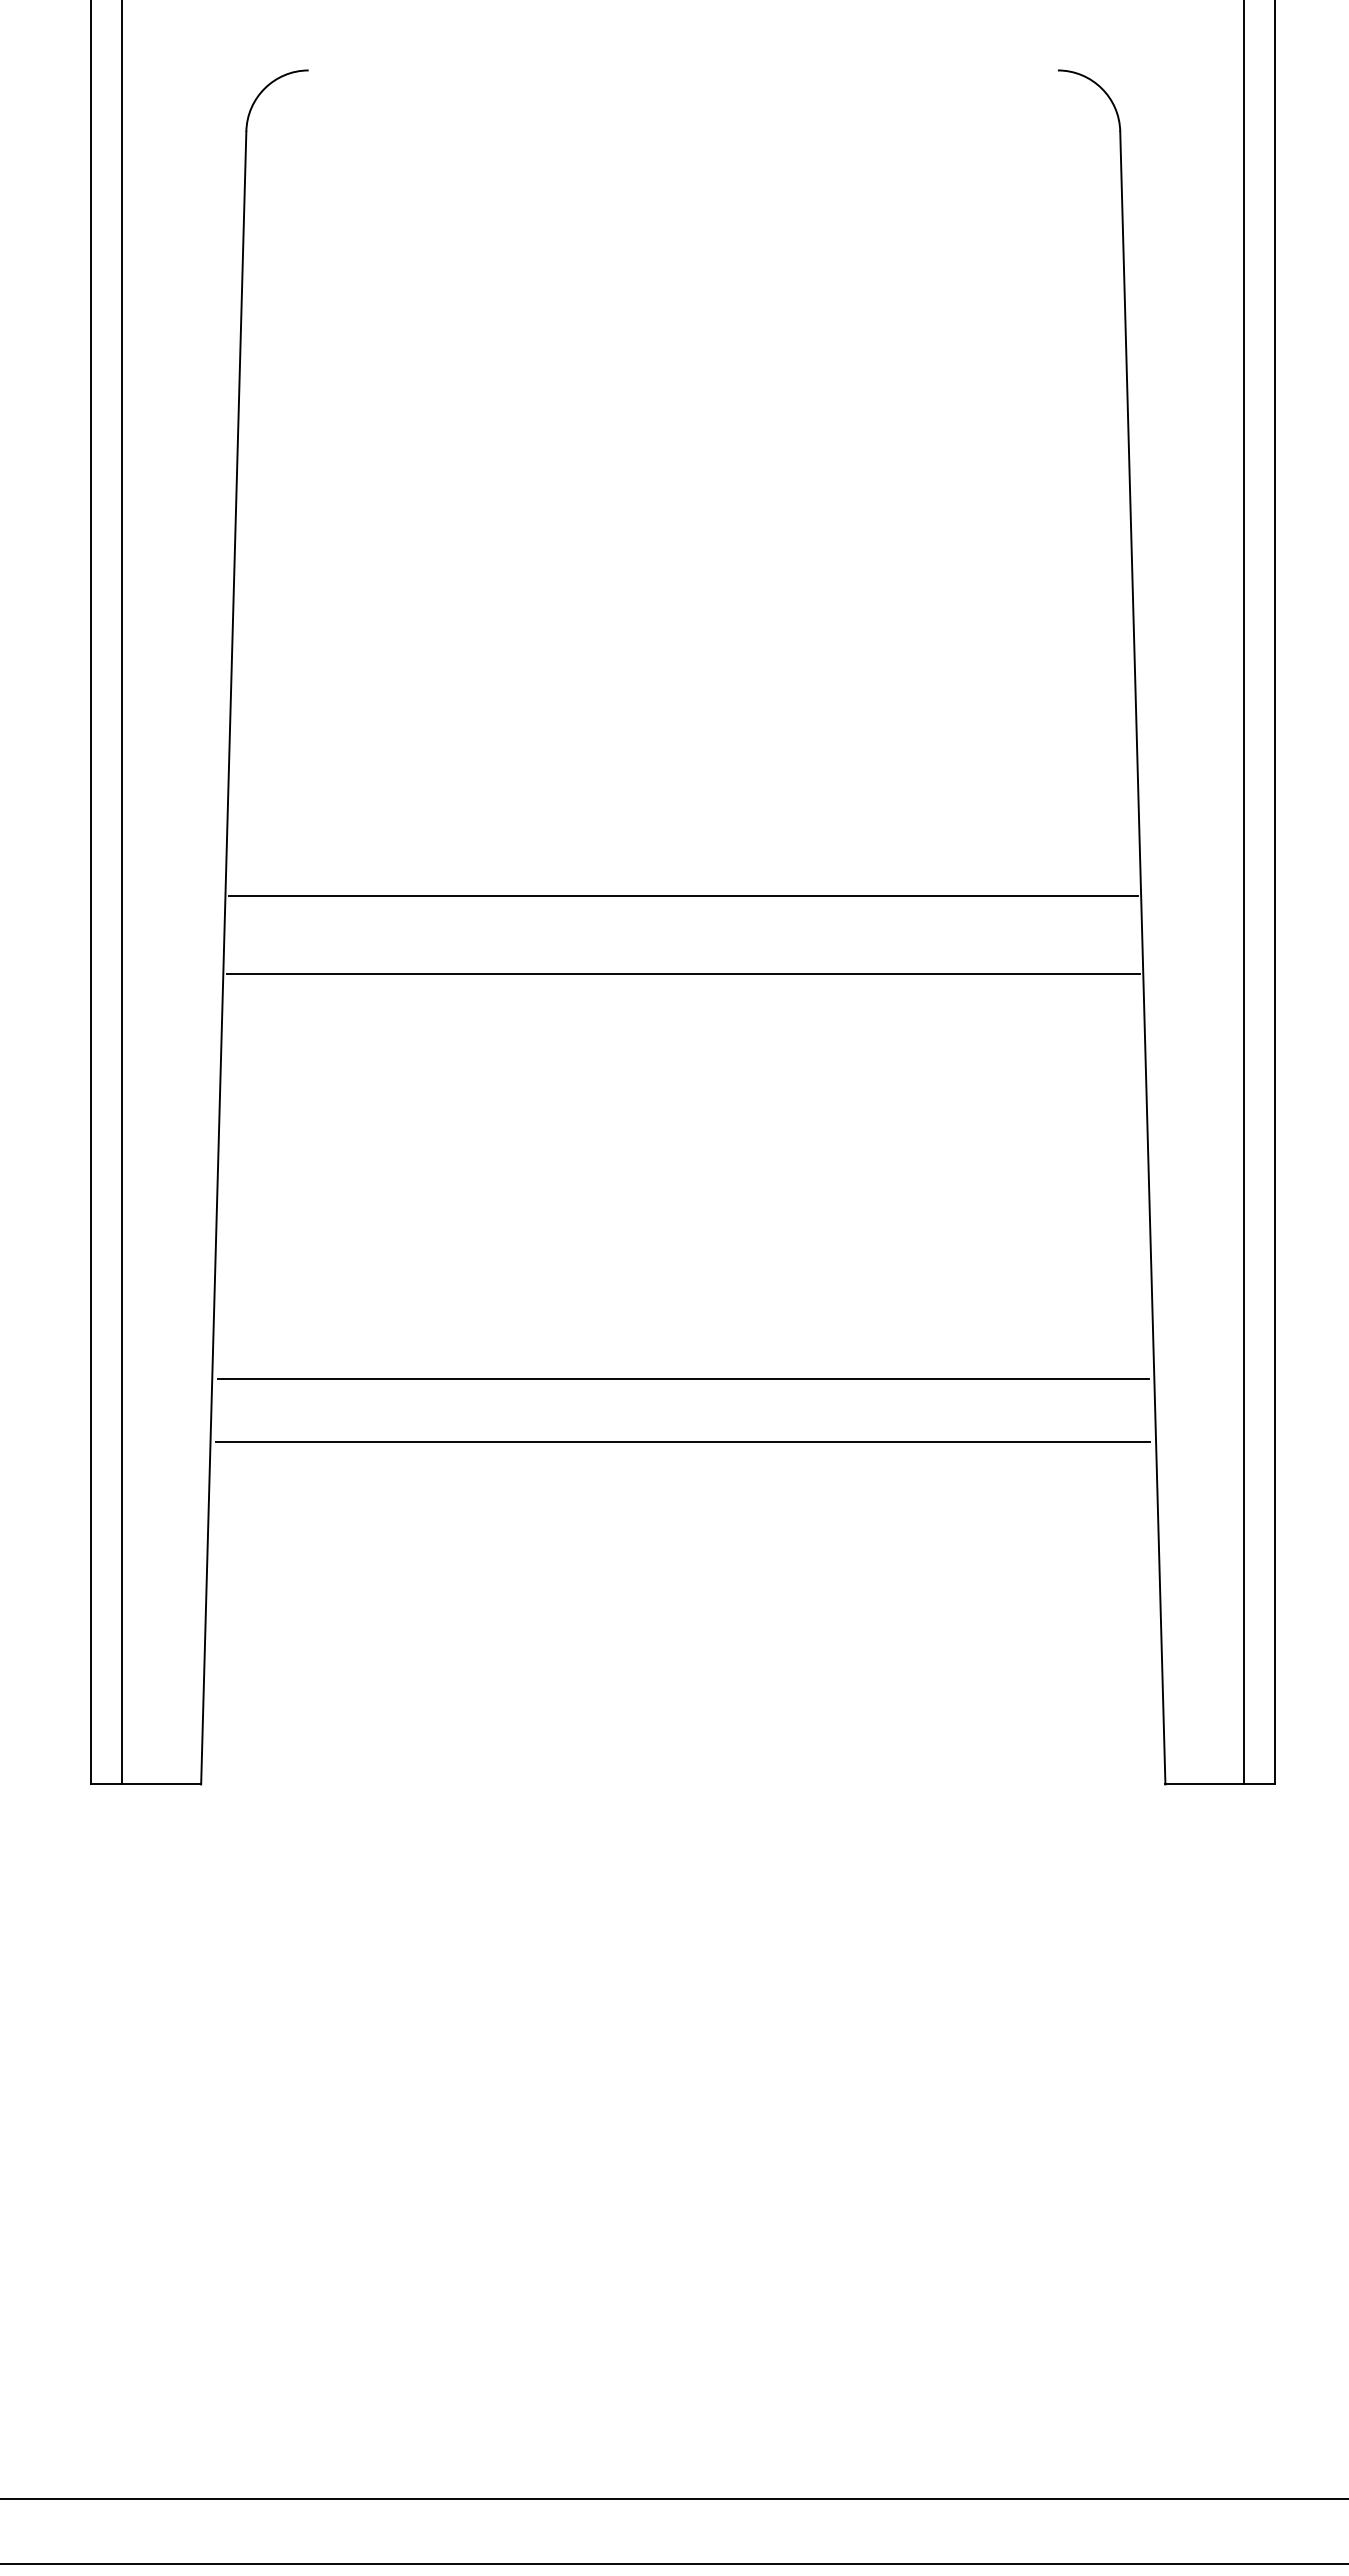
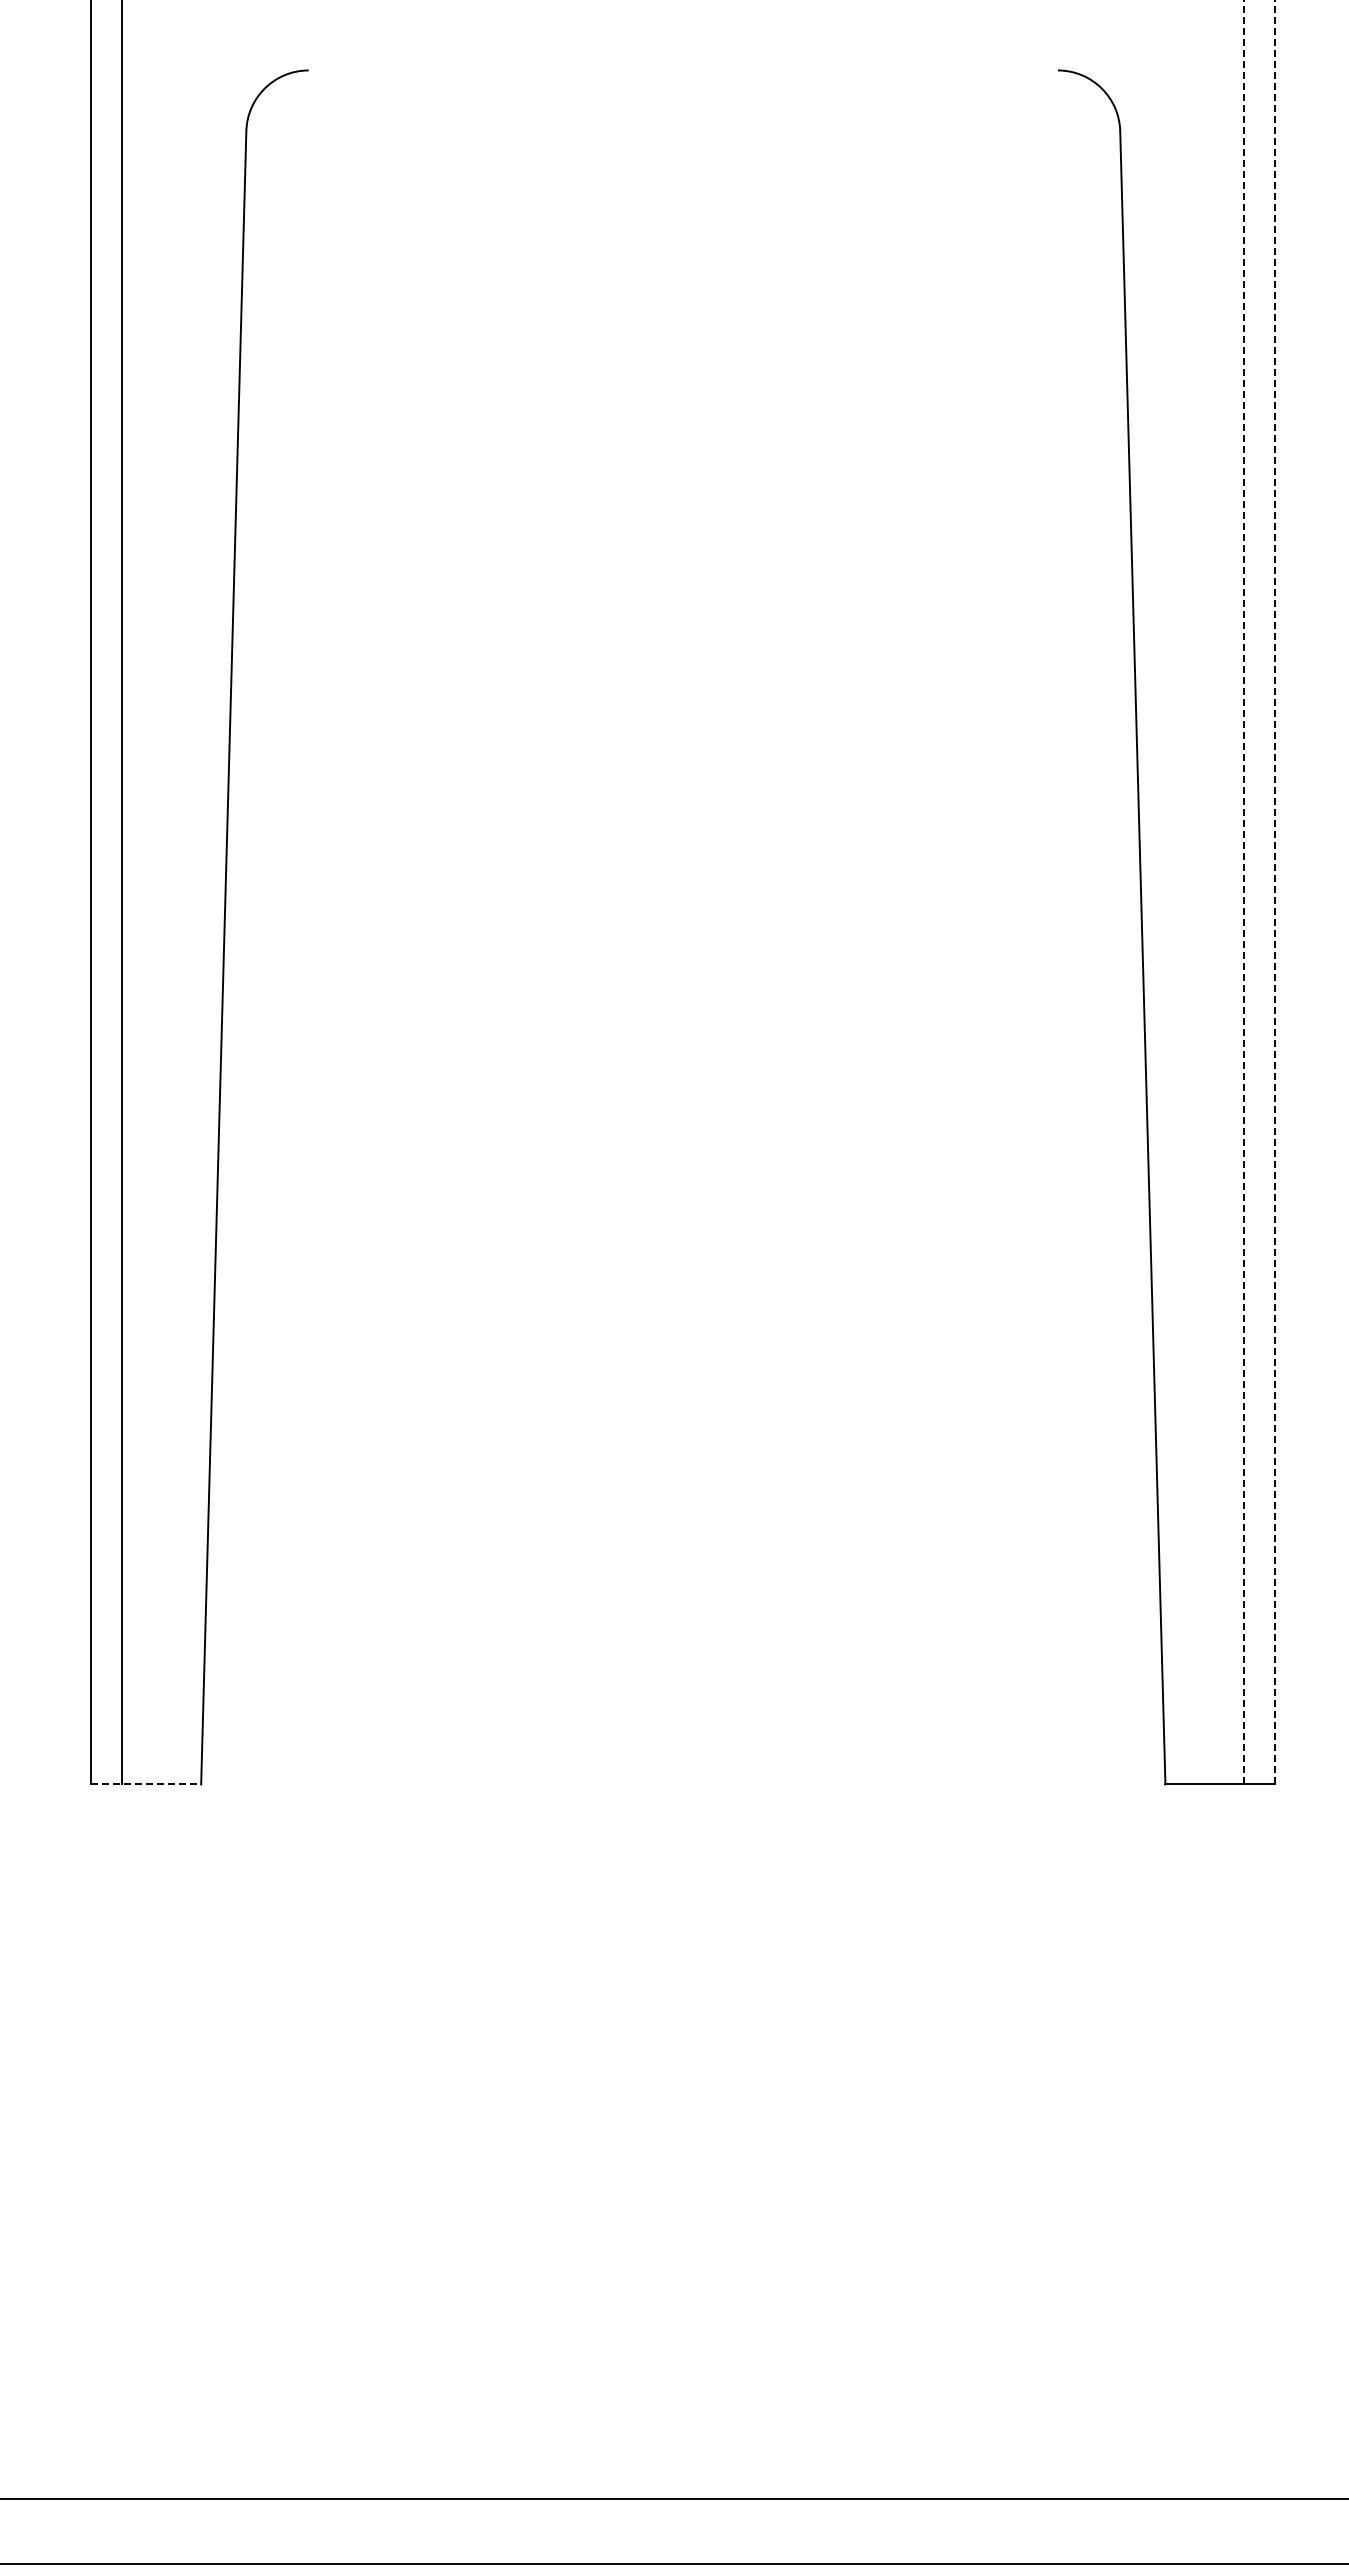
line at (1244, 892): solid -> dashed
line at (1275, 892): solid -> dashed
line at (682, 896): present -> none
line at (682, 974): present -> none
line at (682, 1379): present -> none
line at (683, 1441): present -> none
line at (146, 1784): solid -> dashed
